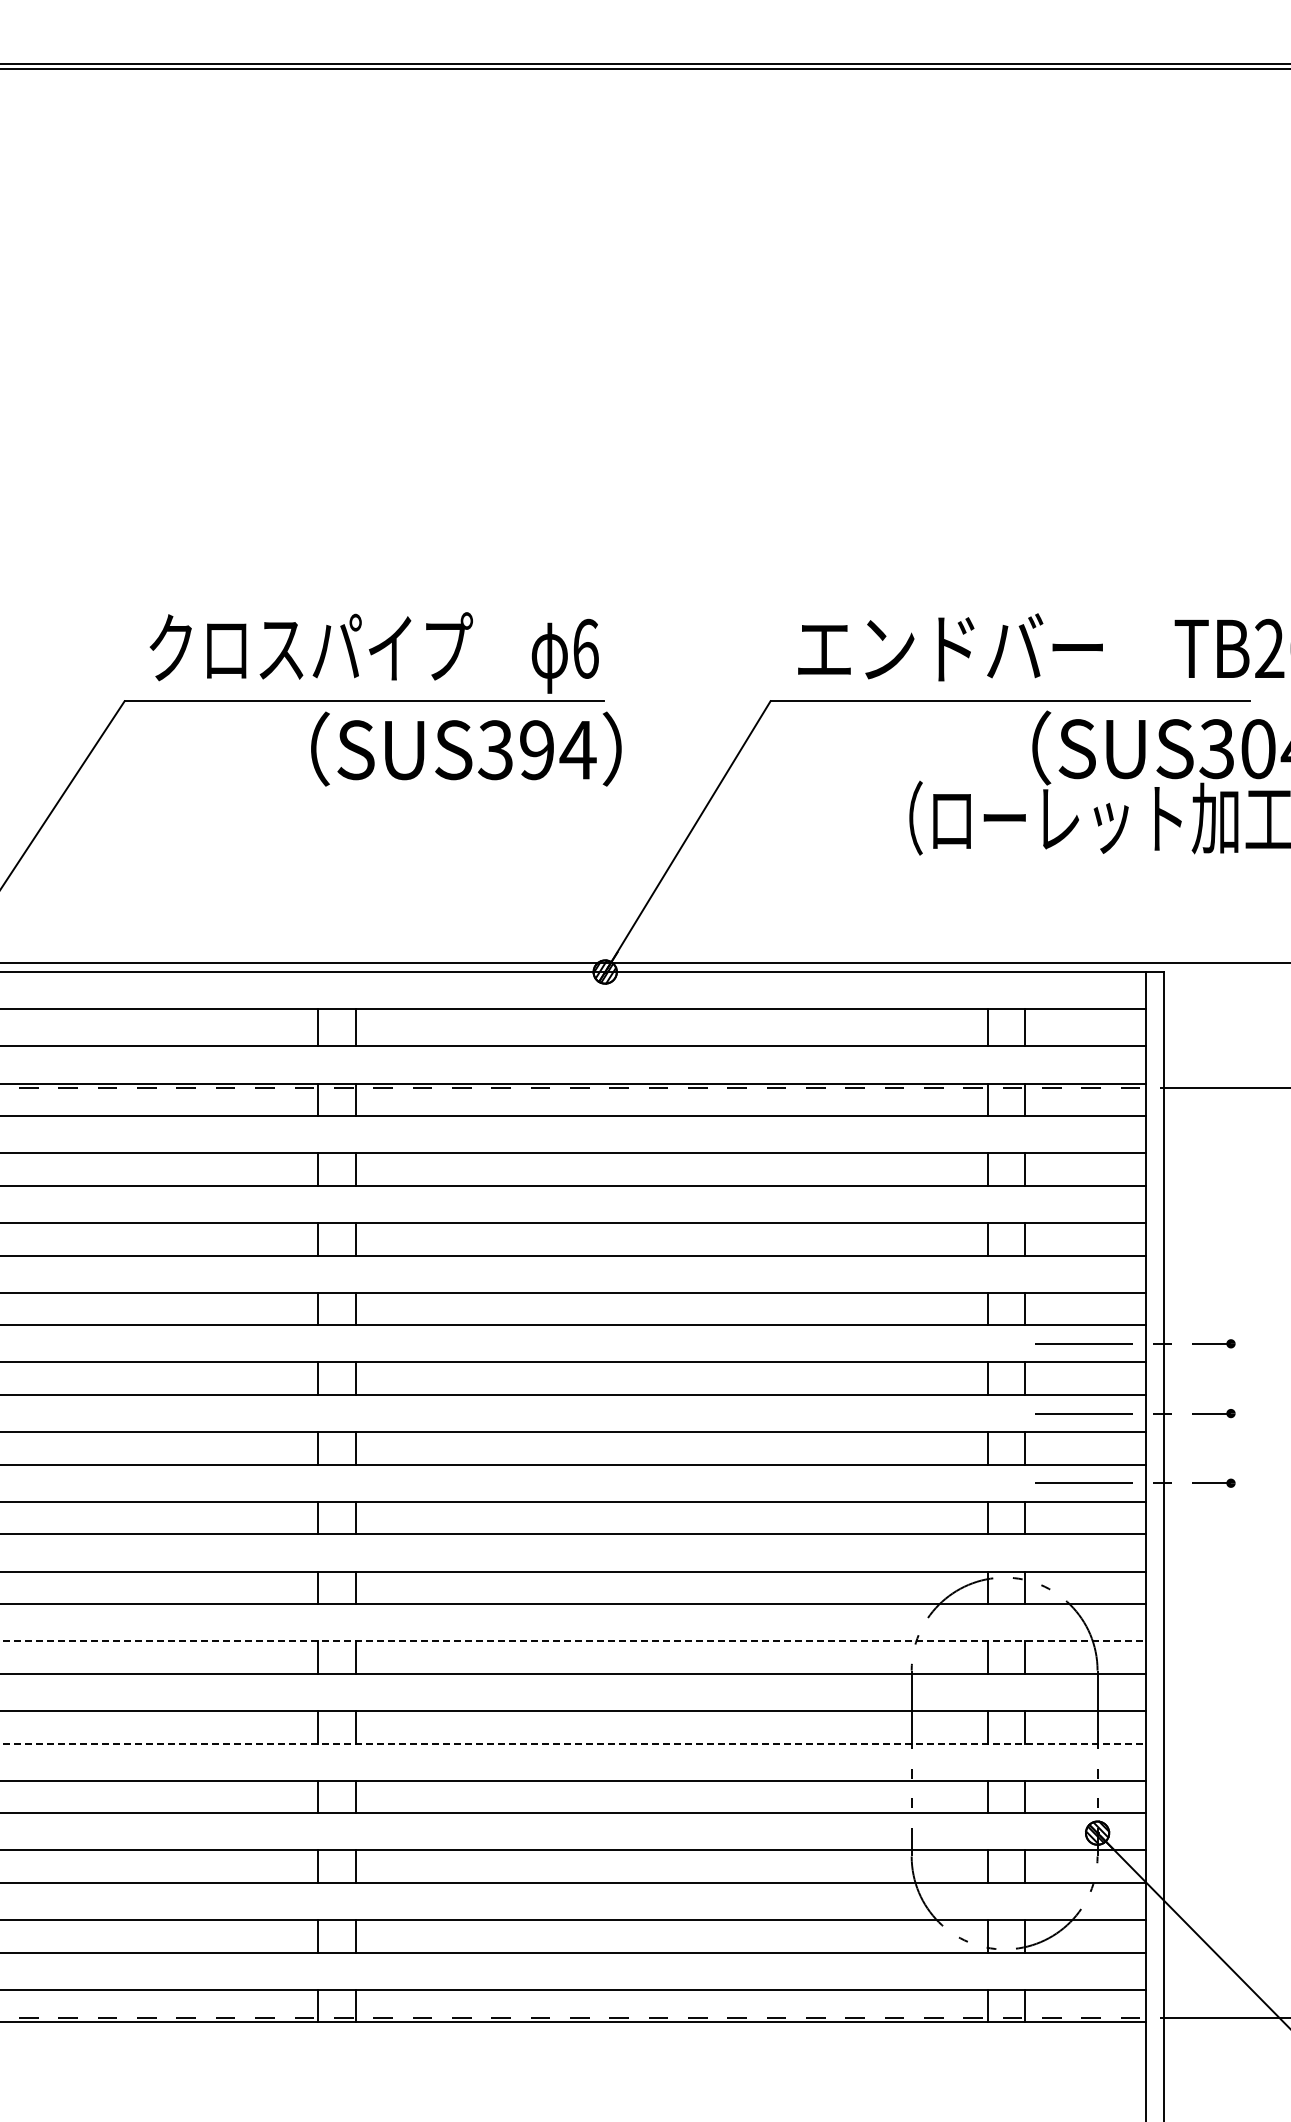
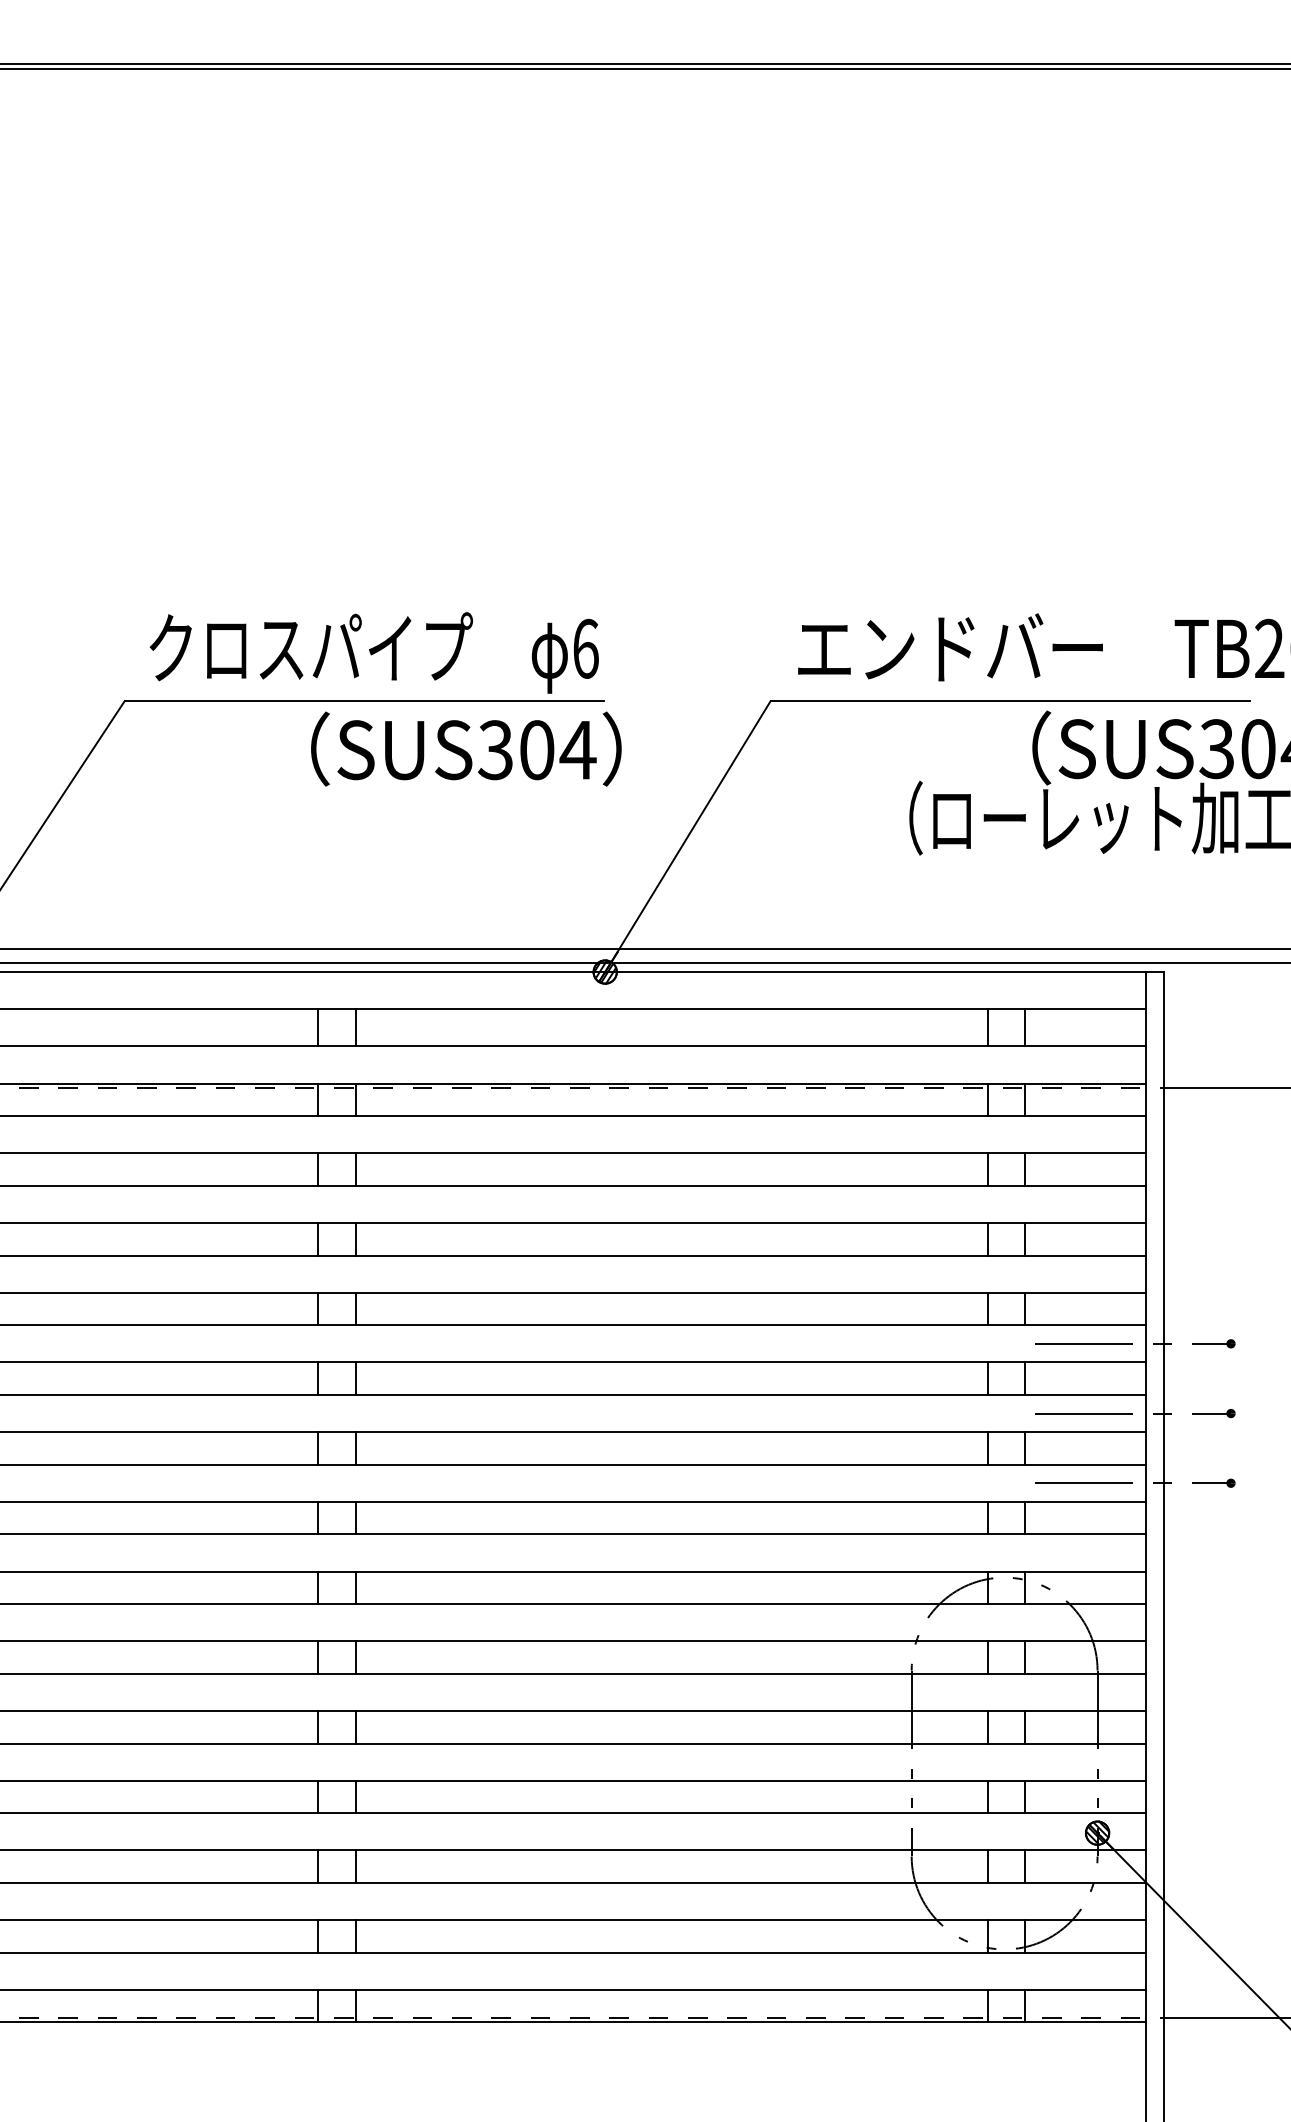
text at (537, 750): SUS394 -> SUS304
line at (644, 948): none -> present
line at (573, 1641): dashed -> solid
line at (573, 1743): dashed -> solid
